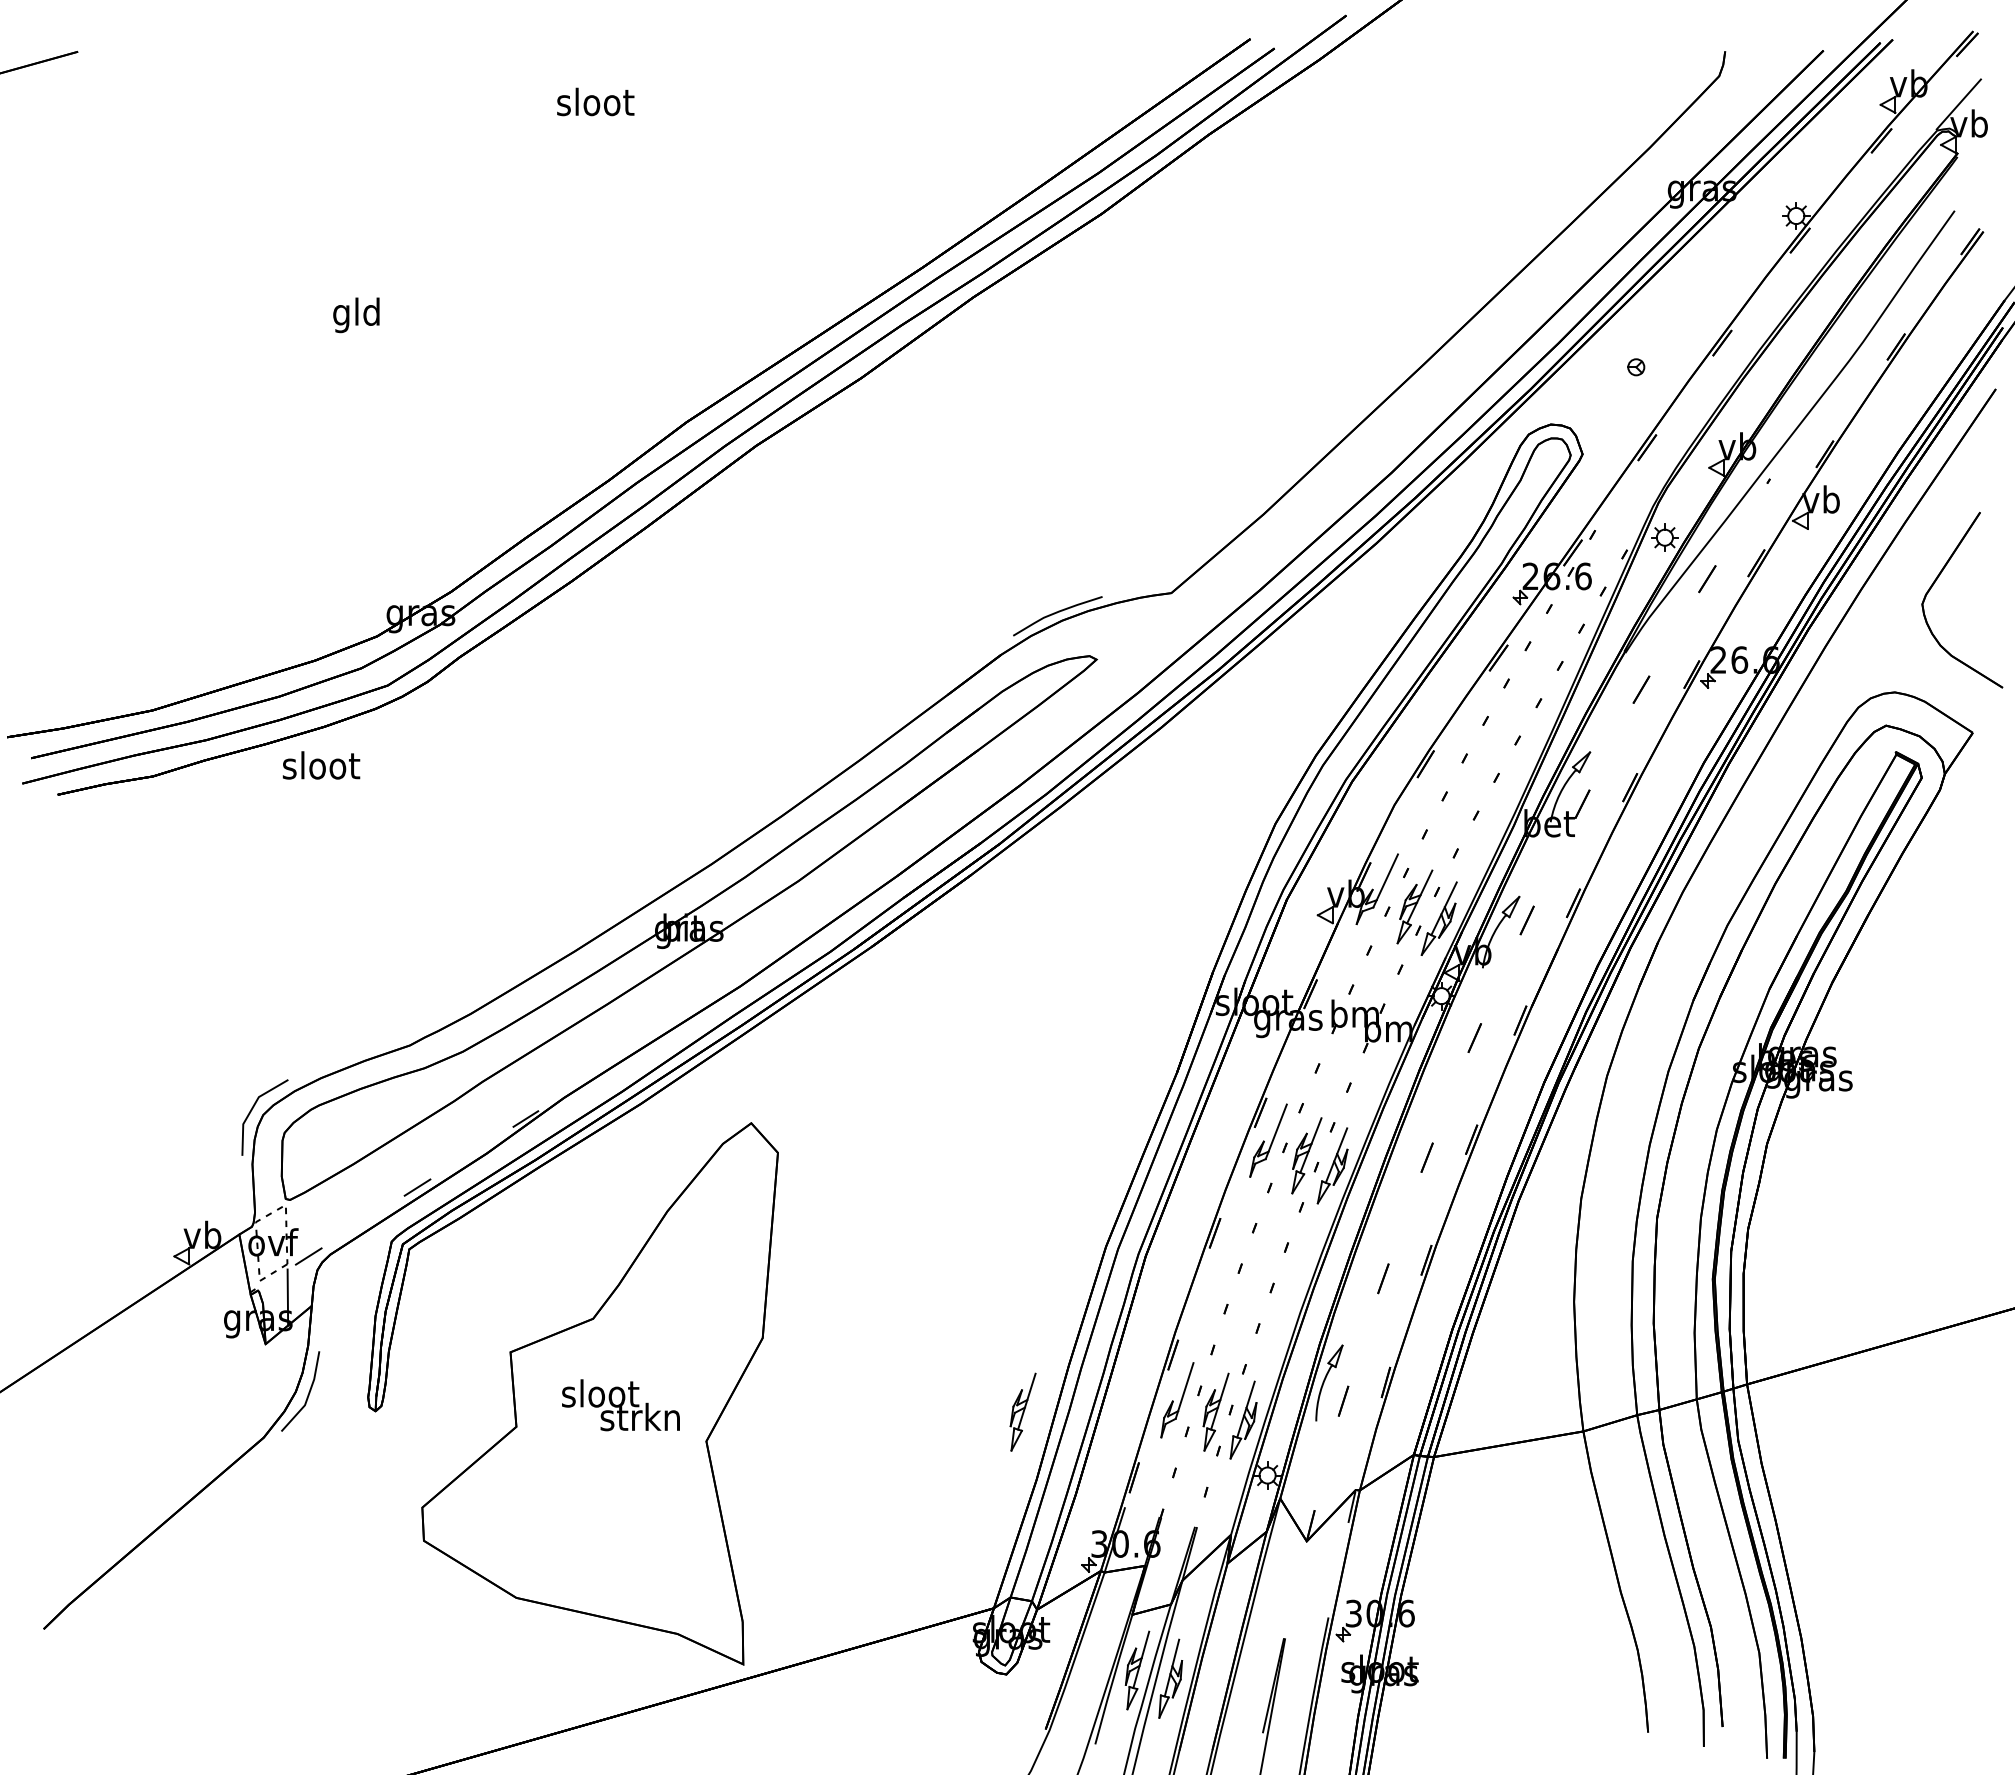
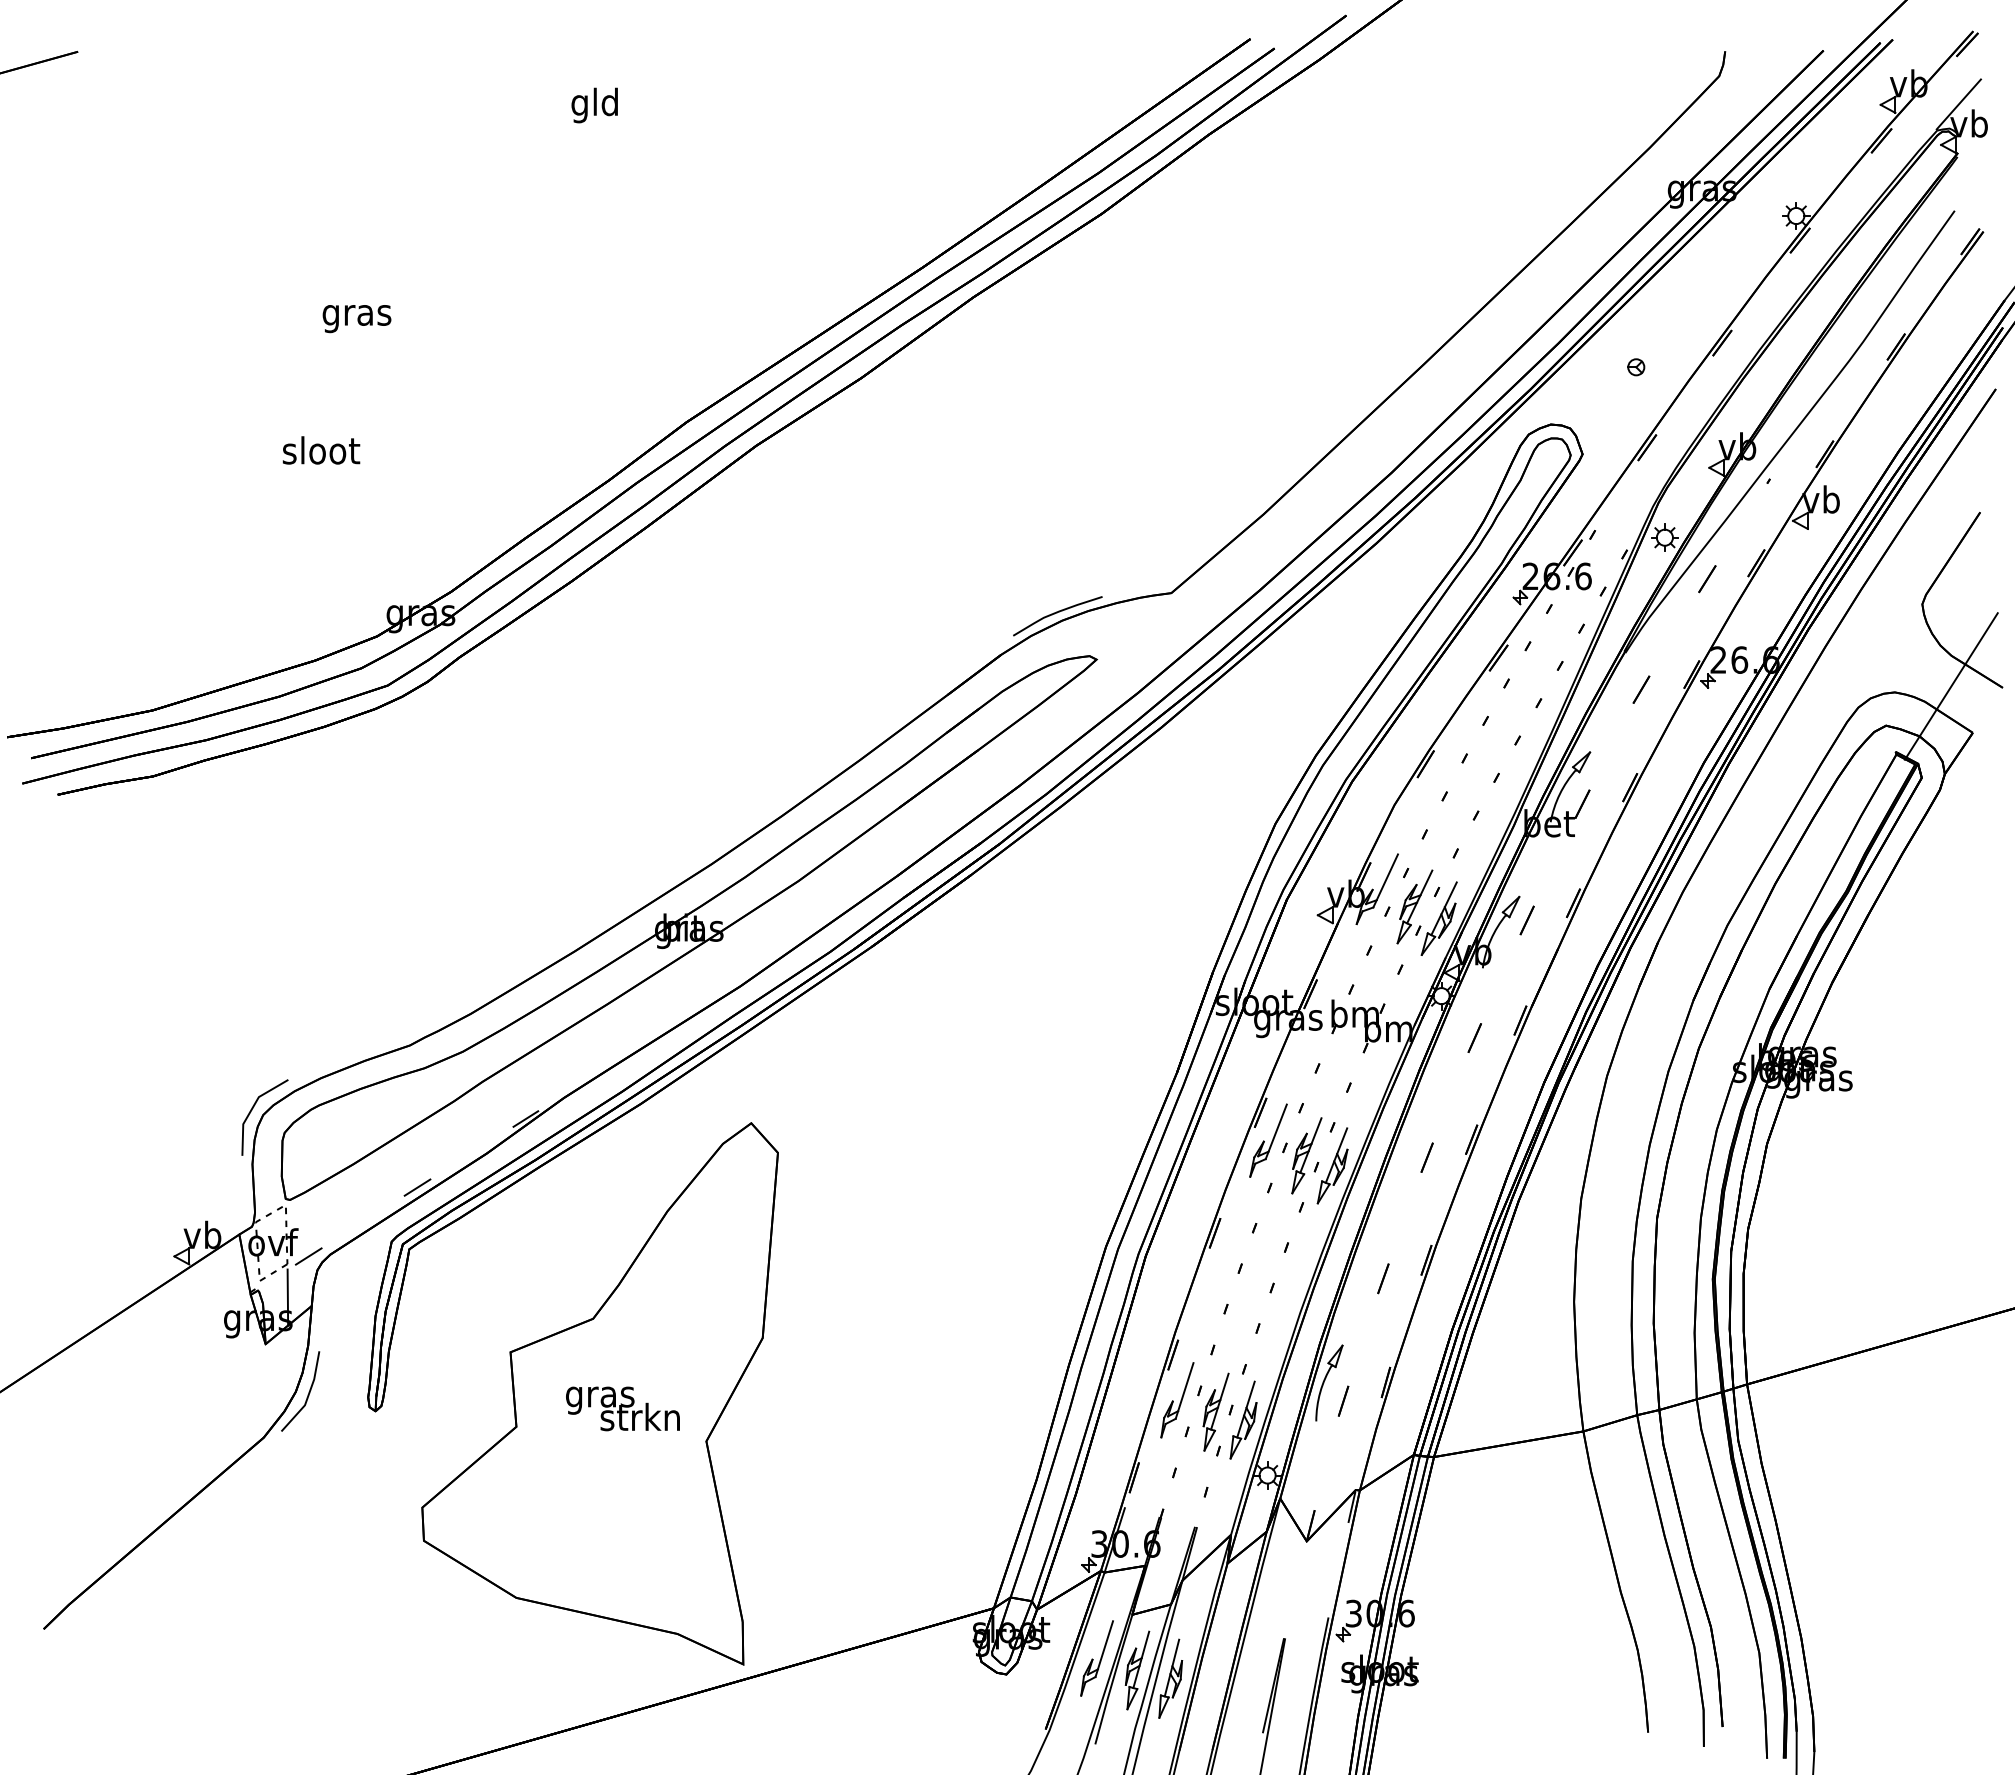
text at (595, 105): sloot -> gld
text at (356, 315): gld -> gras
line at (1950, 686): none -> present
text at (321, 765) position: (321, 765) -> (321, 450)
text at (600, 1396): sloot -> gras
part at (1022, 1411): present -> none
part at (1096, 1658): none -> present
